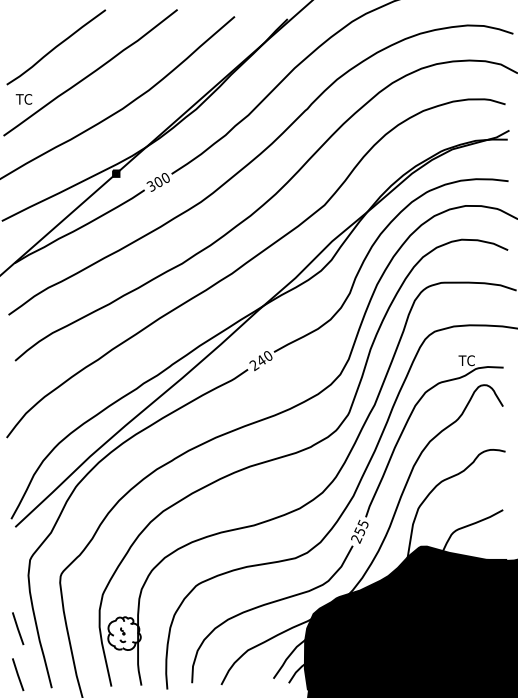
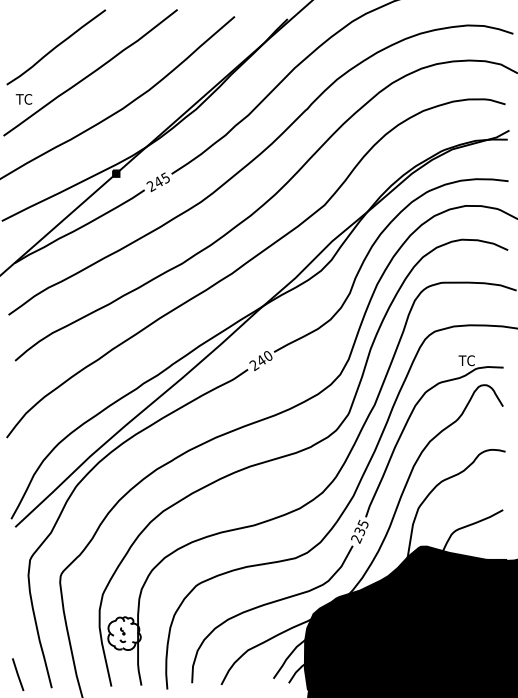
text at (157, 182): 300 -> 245
text at (359, 530): 255 -> 235
line at (18, 628): present -> none
